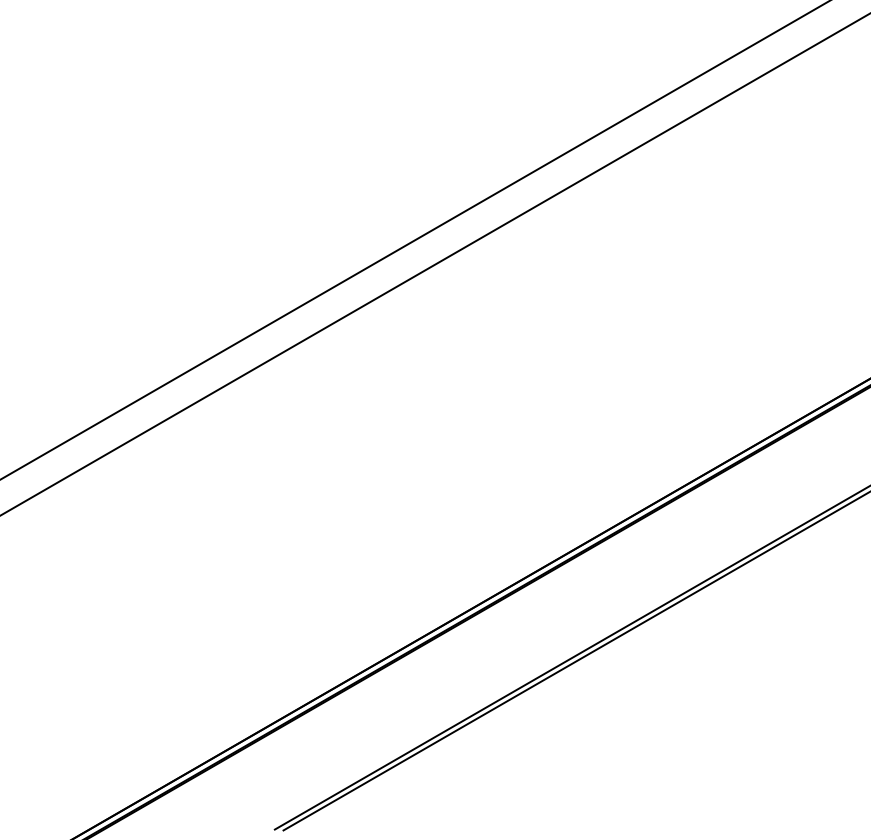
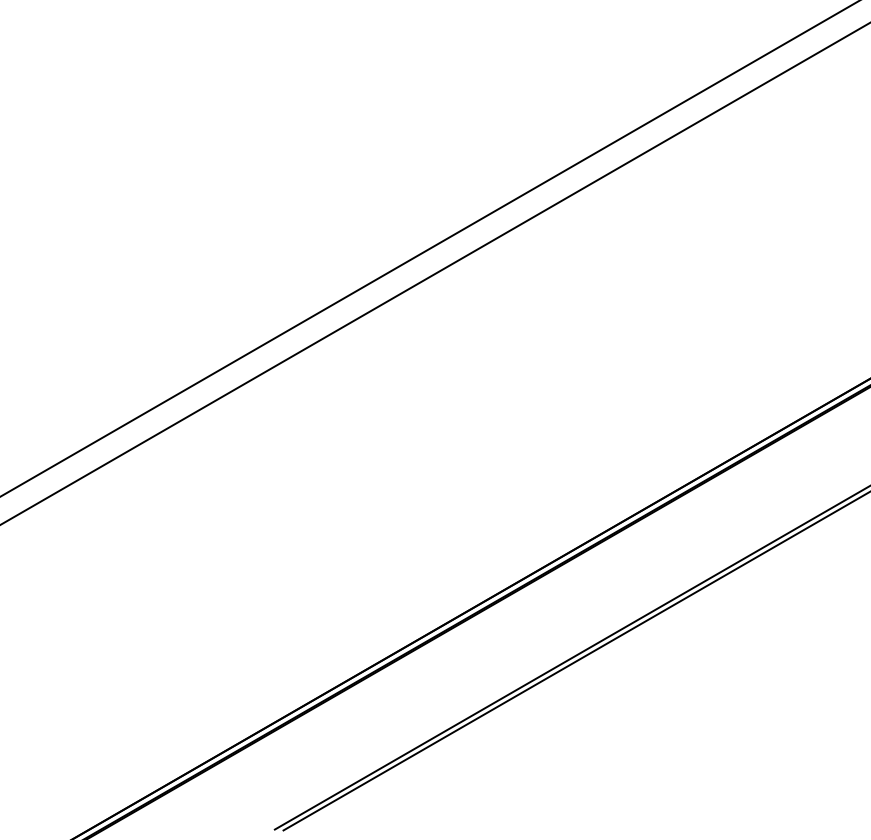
line at (414, 240) position: (414, 240) -> (429, 248)
line at (434, 264) position: (434, 264) -> (434, 273)
